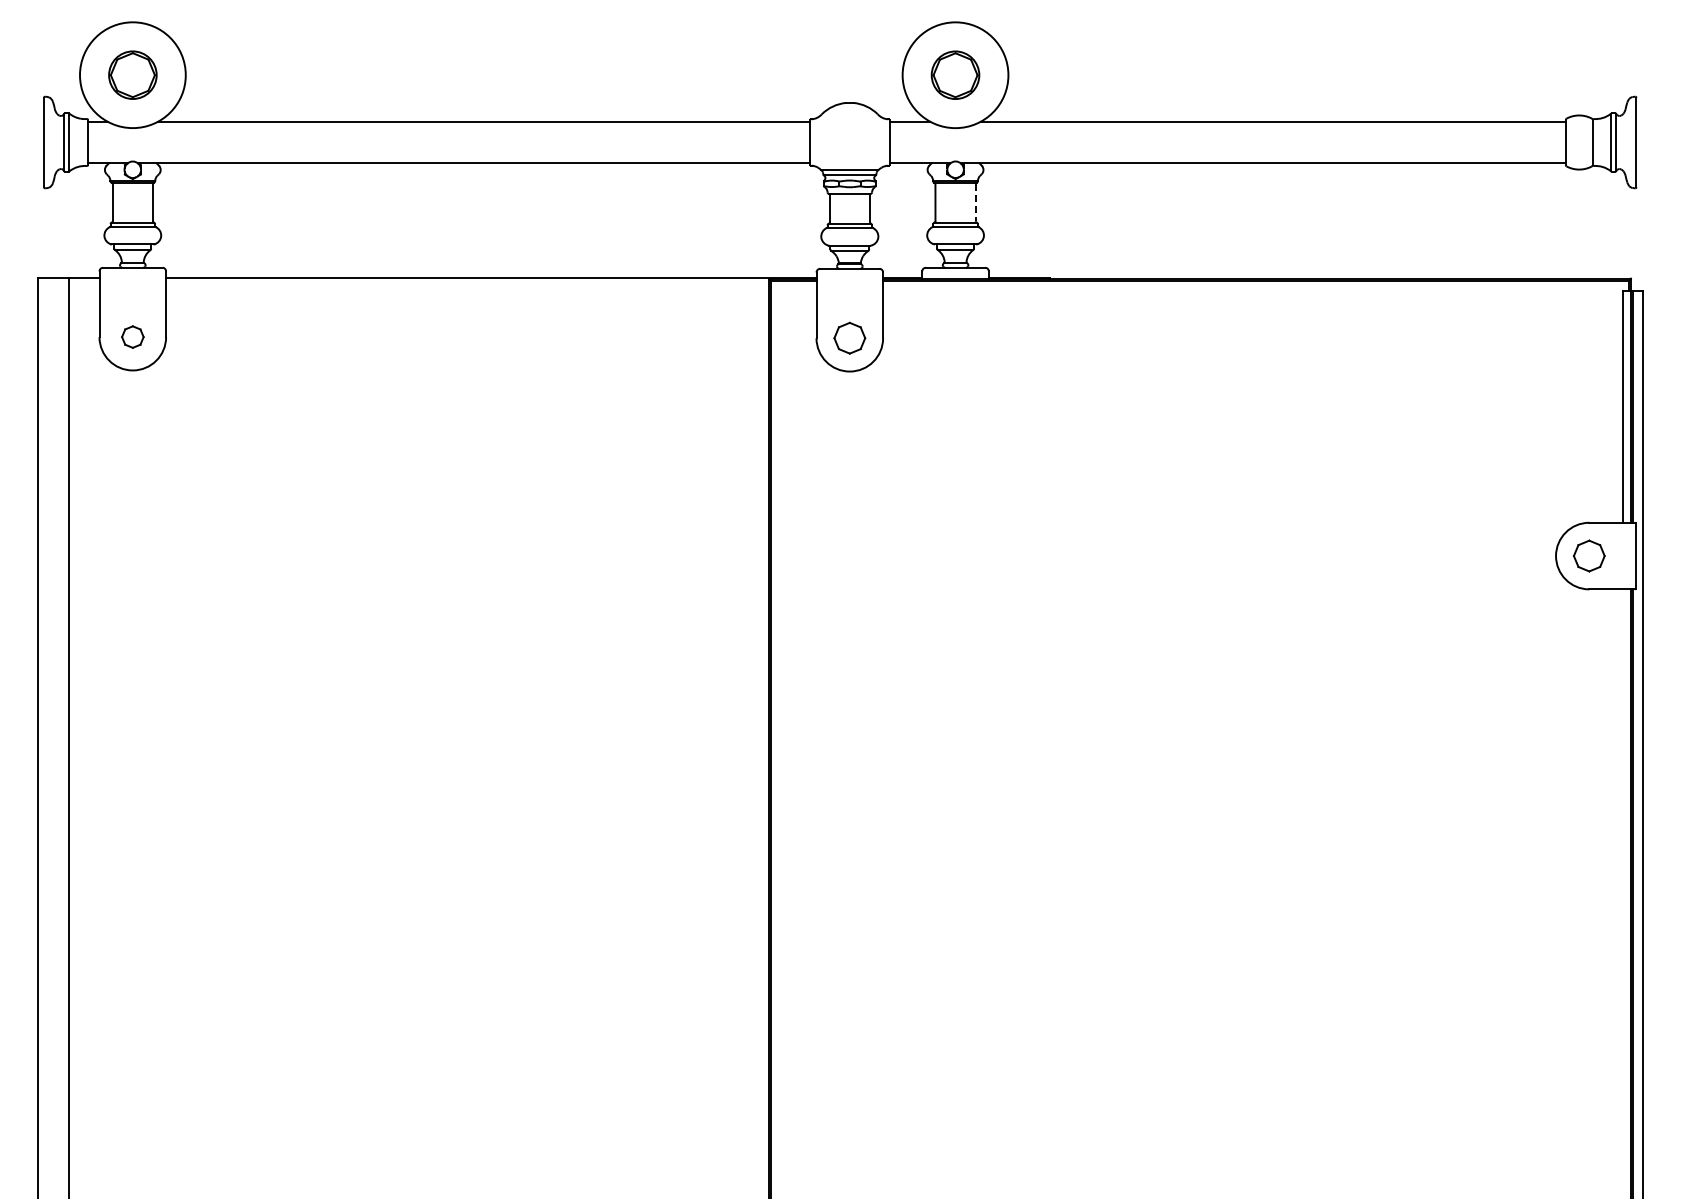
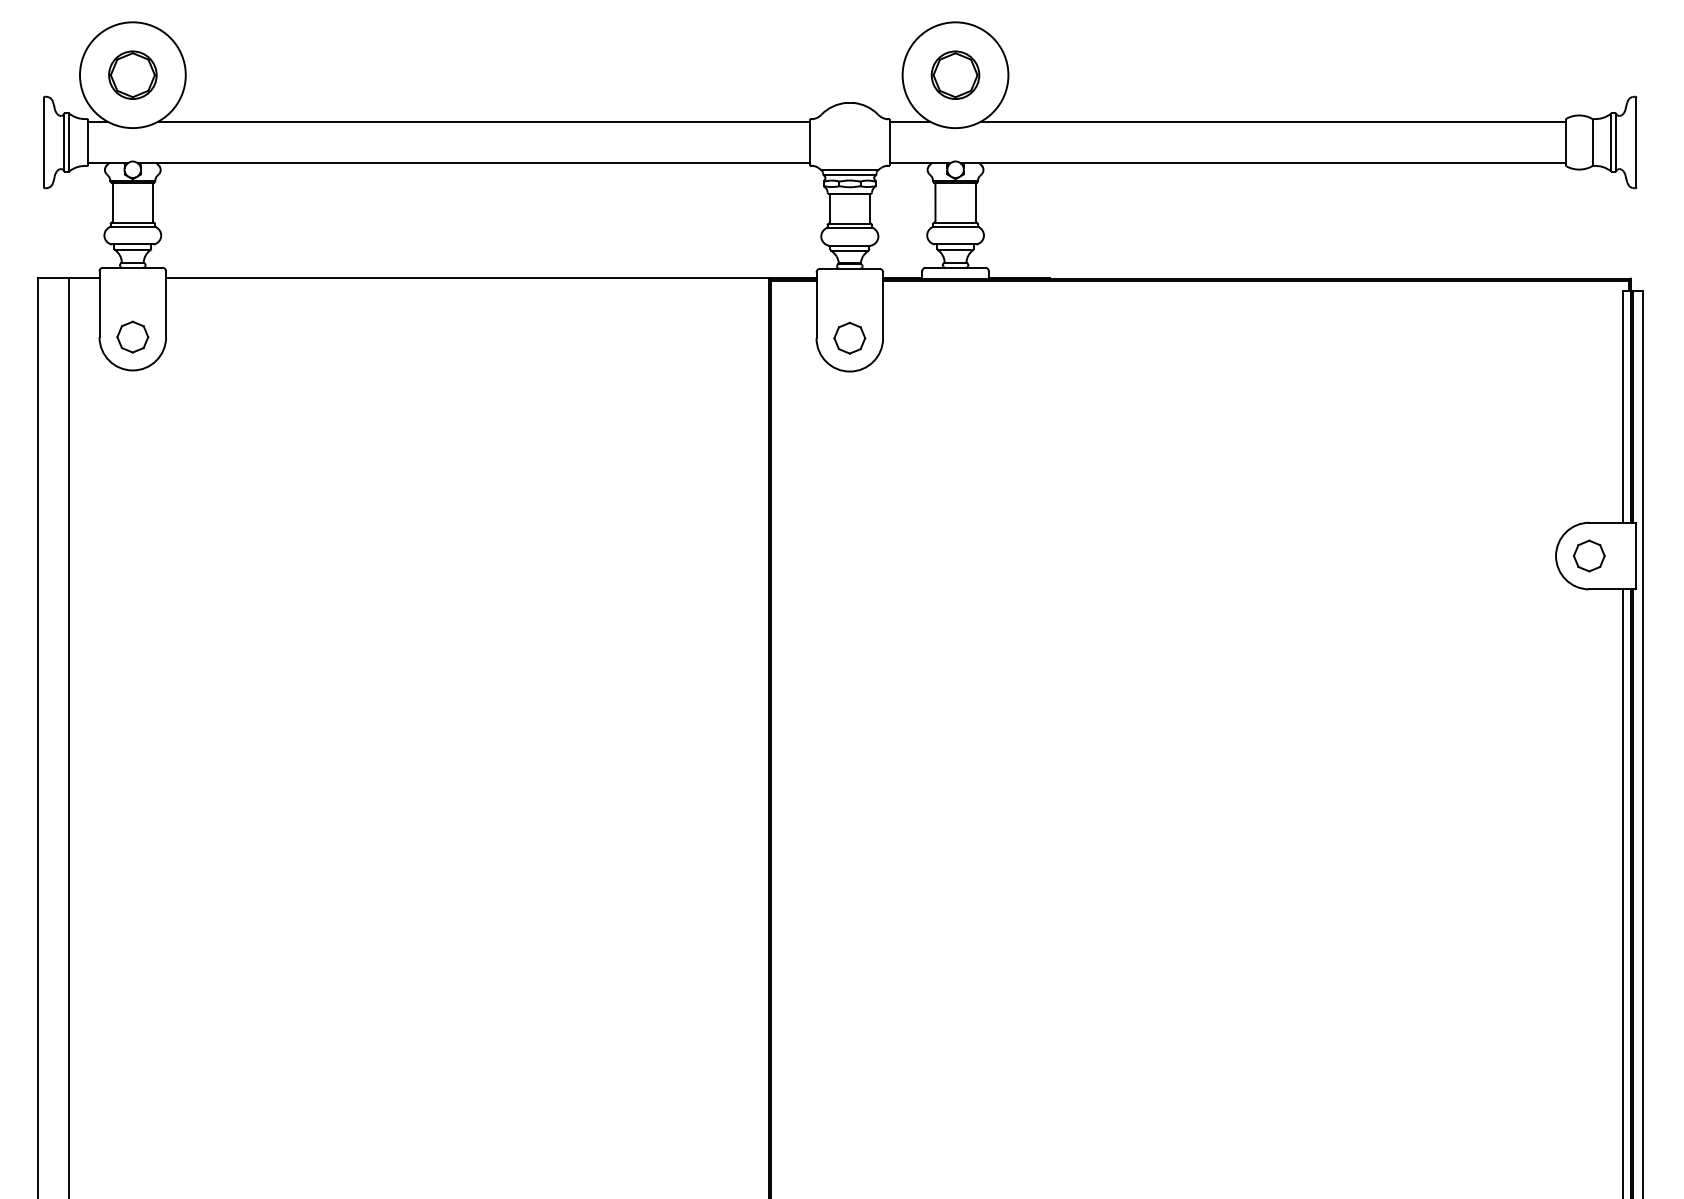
line at (975, 202): dashed -> solid
part at (132, 336) size: 24x24 px -> 34x34 px
line at (1623, 892): none -> present
